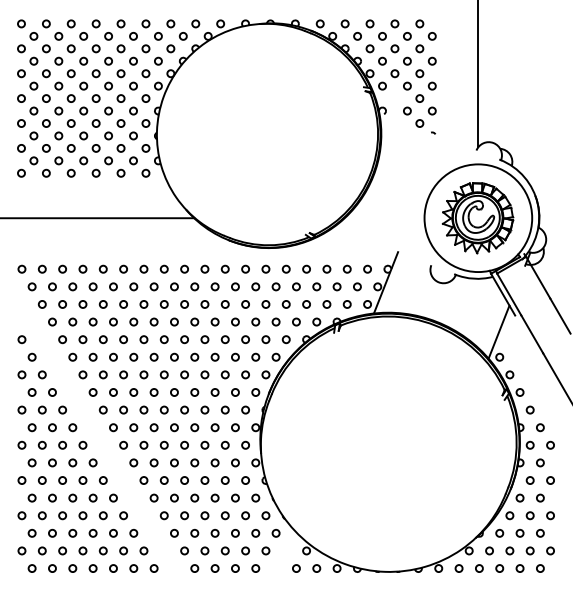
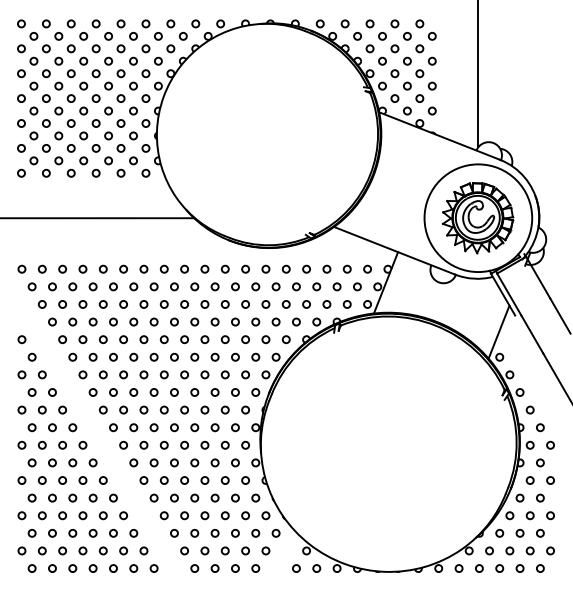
circle at (394, 98): none -> present
line at (439, 135): none -> present
line at (394, 250): none -> present
